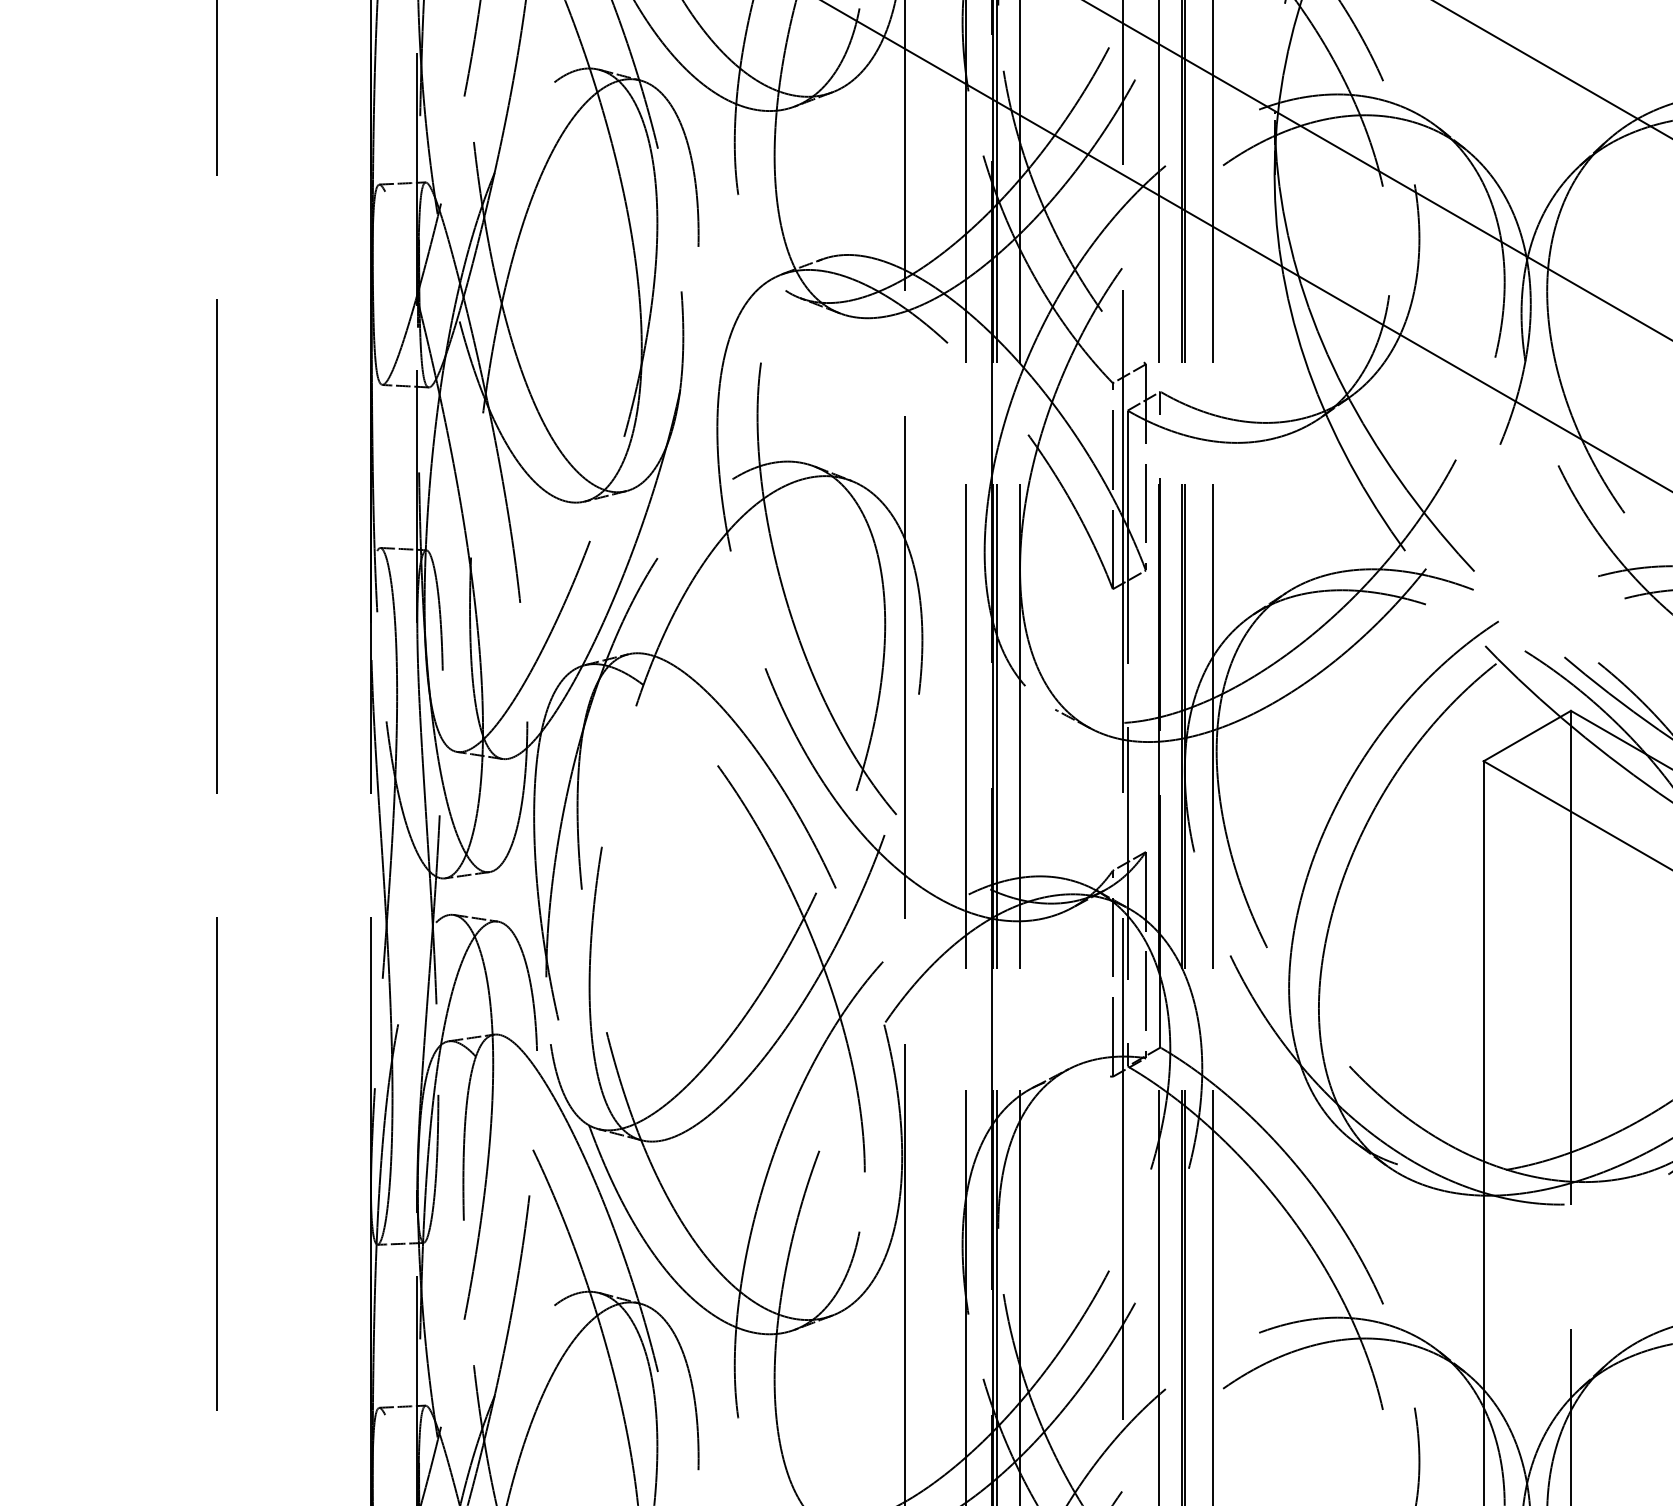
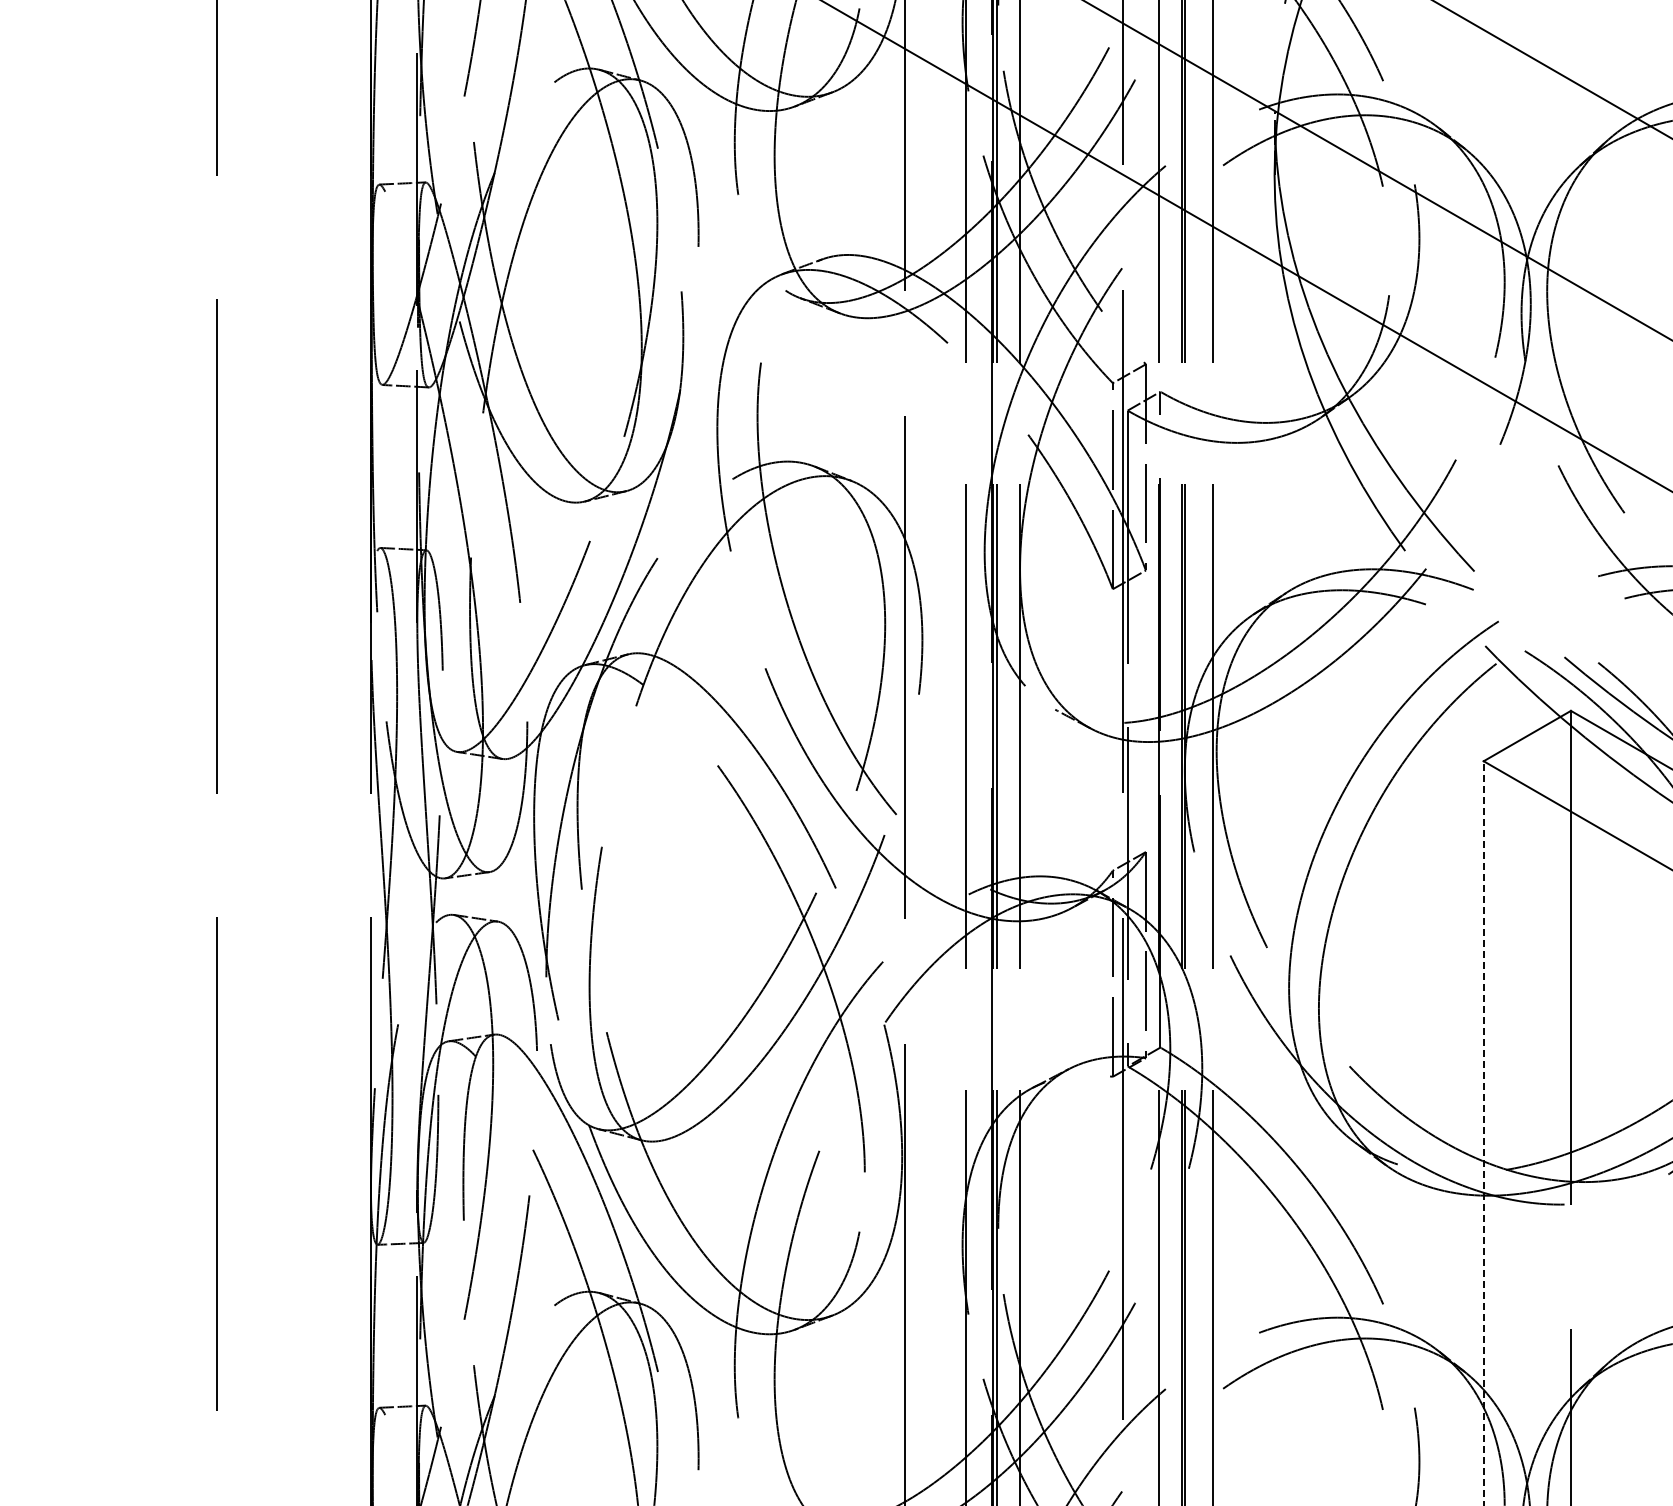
line at (1483, 1133): solid -> dashed
